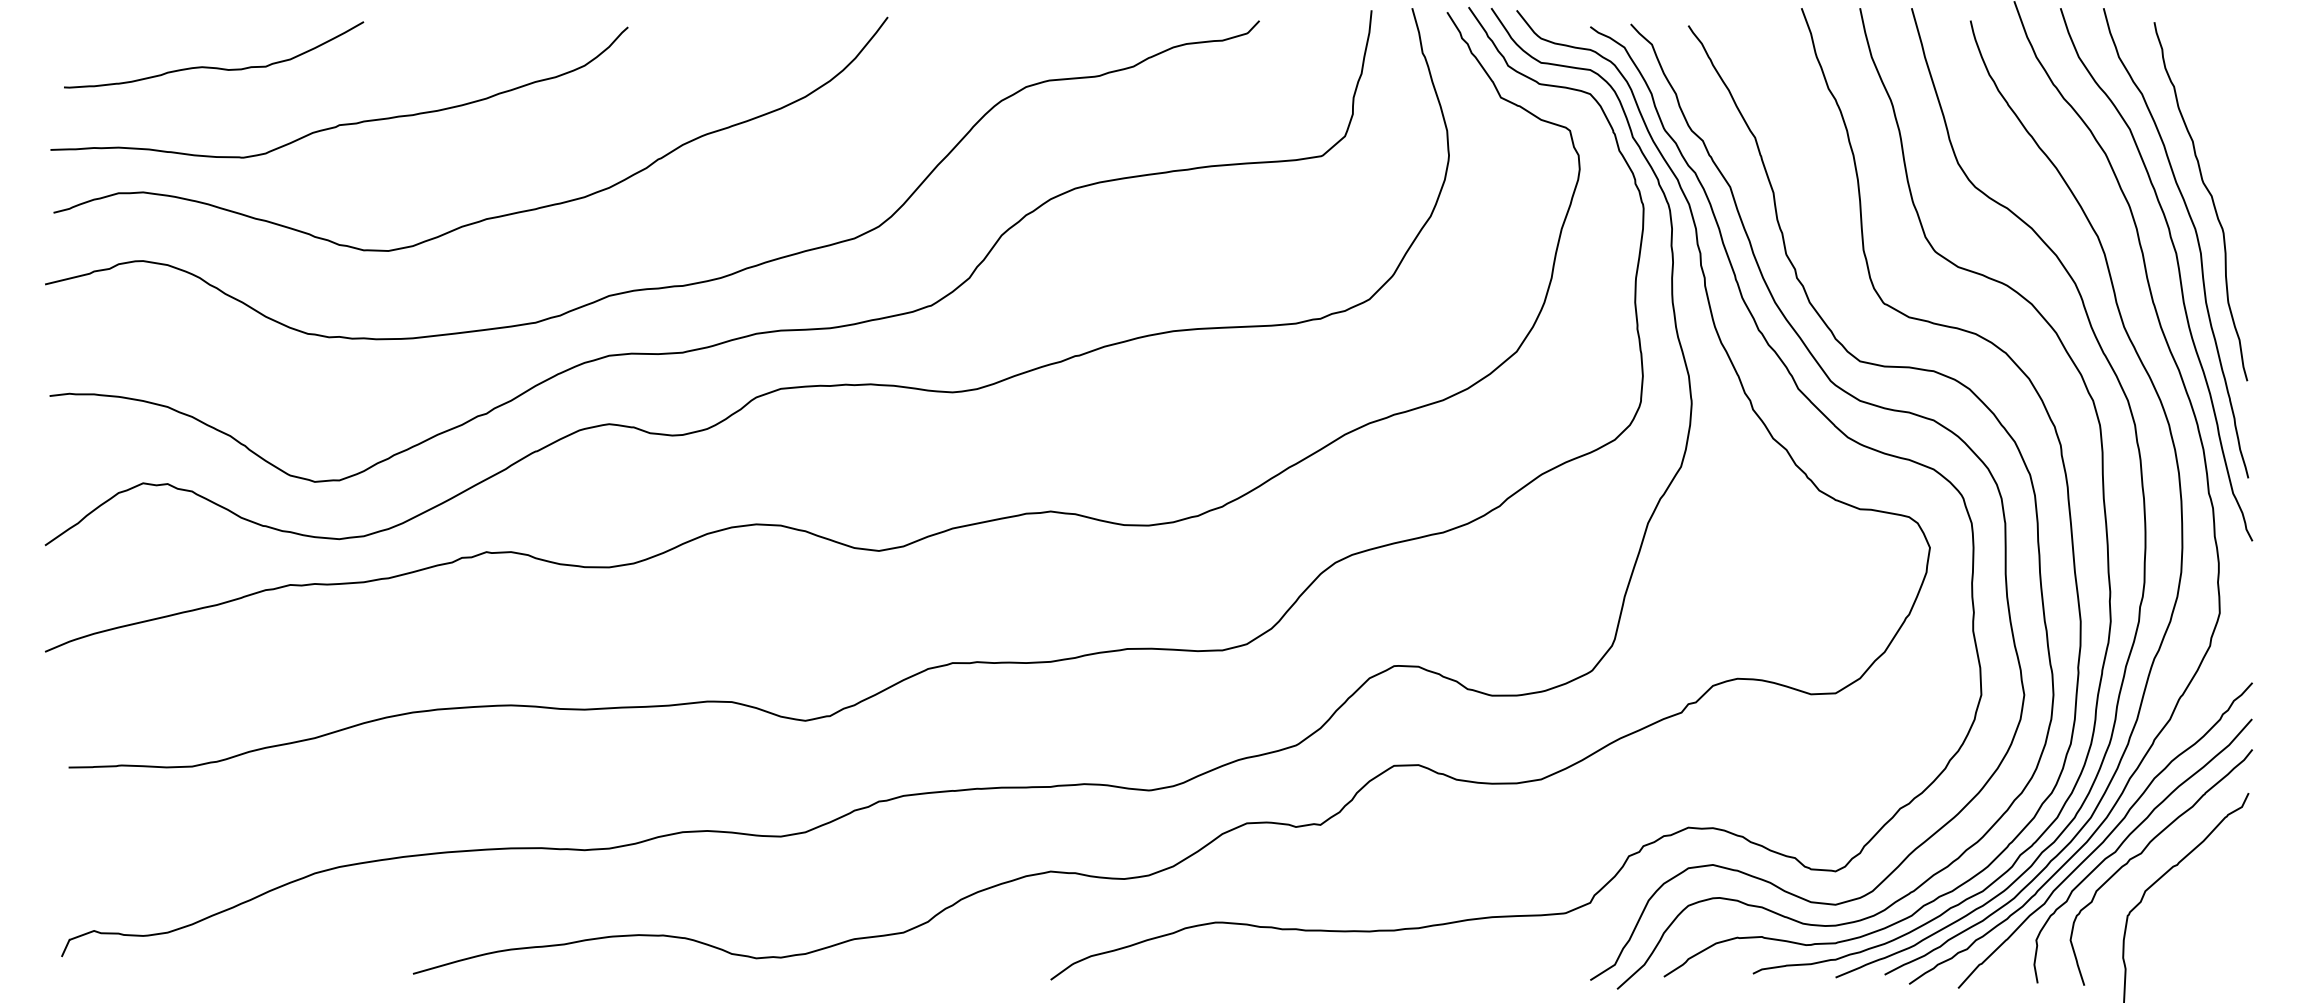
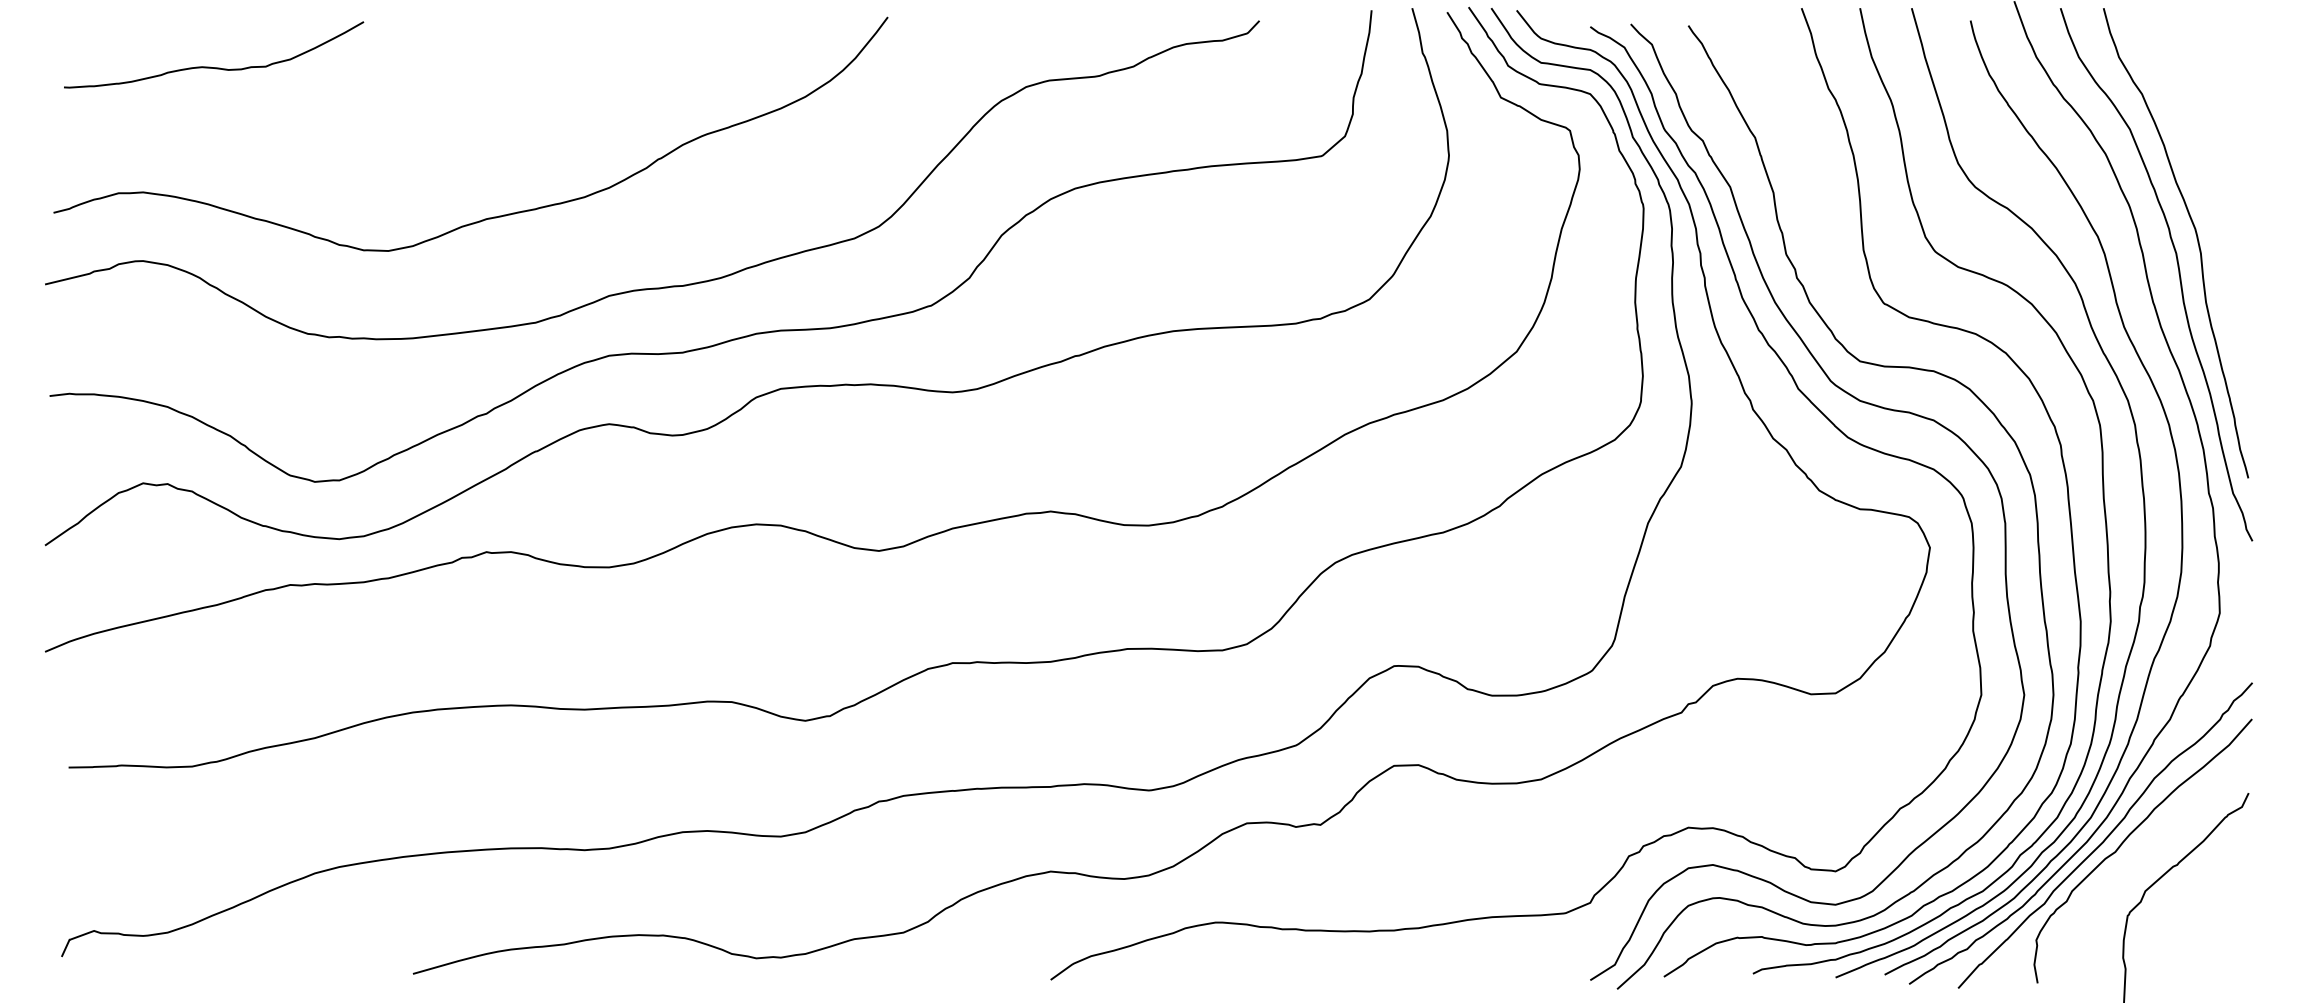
curve at (343, 123): present -> none
curve at (2210, 196): present -> none
curve at (2143, 852): present -> none
